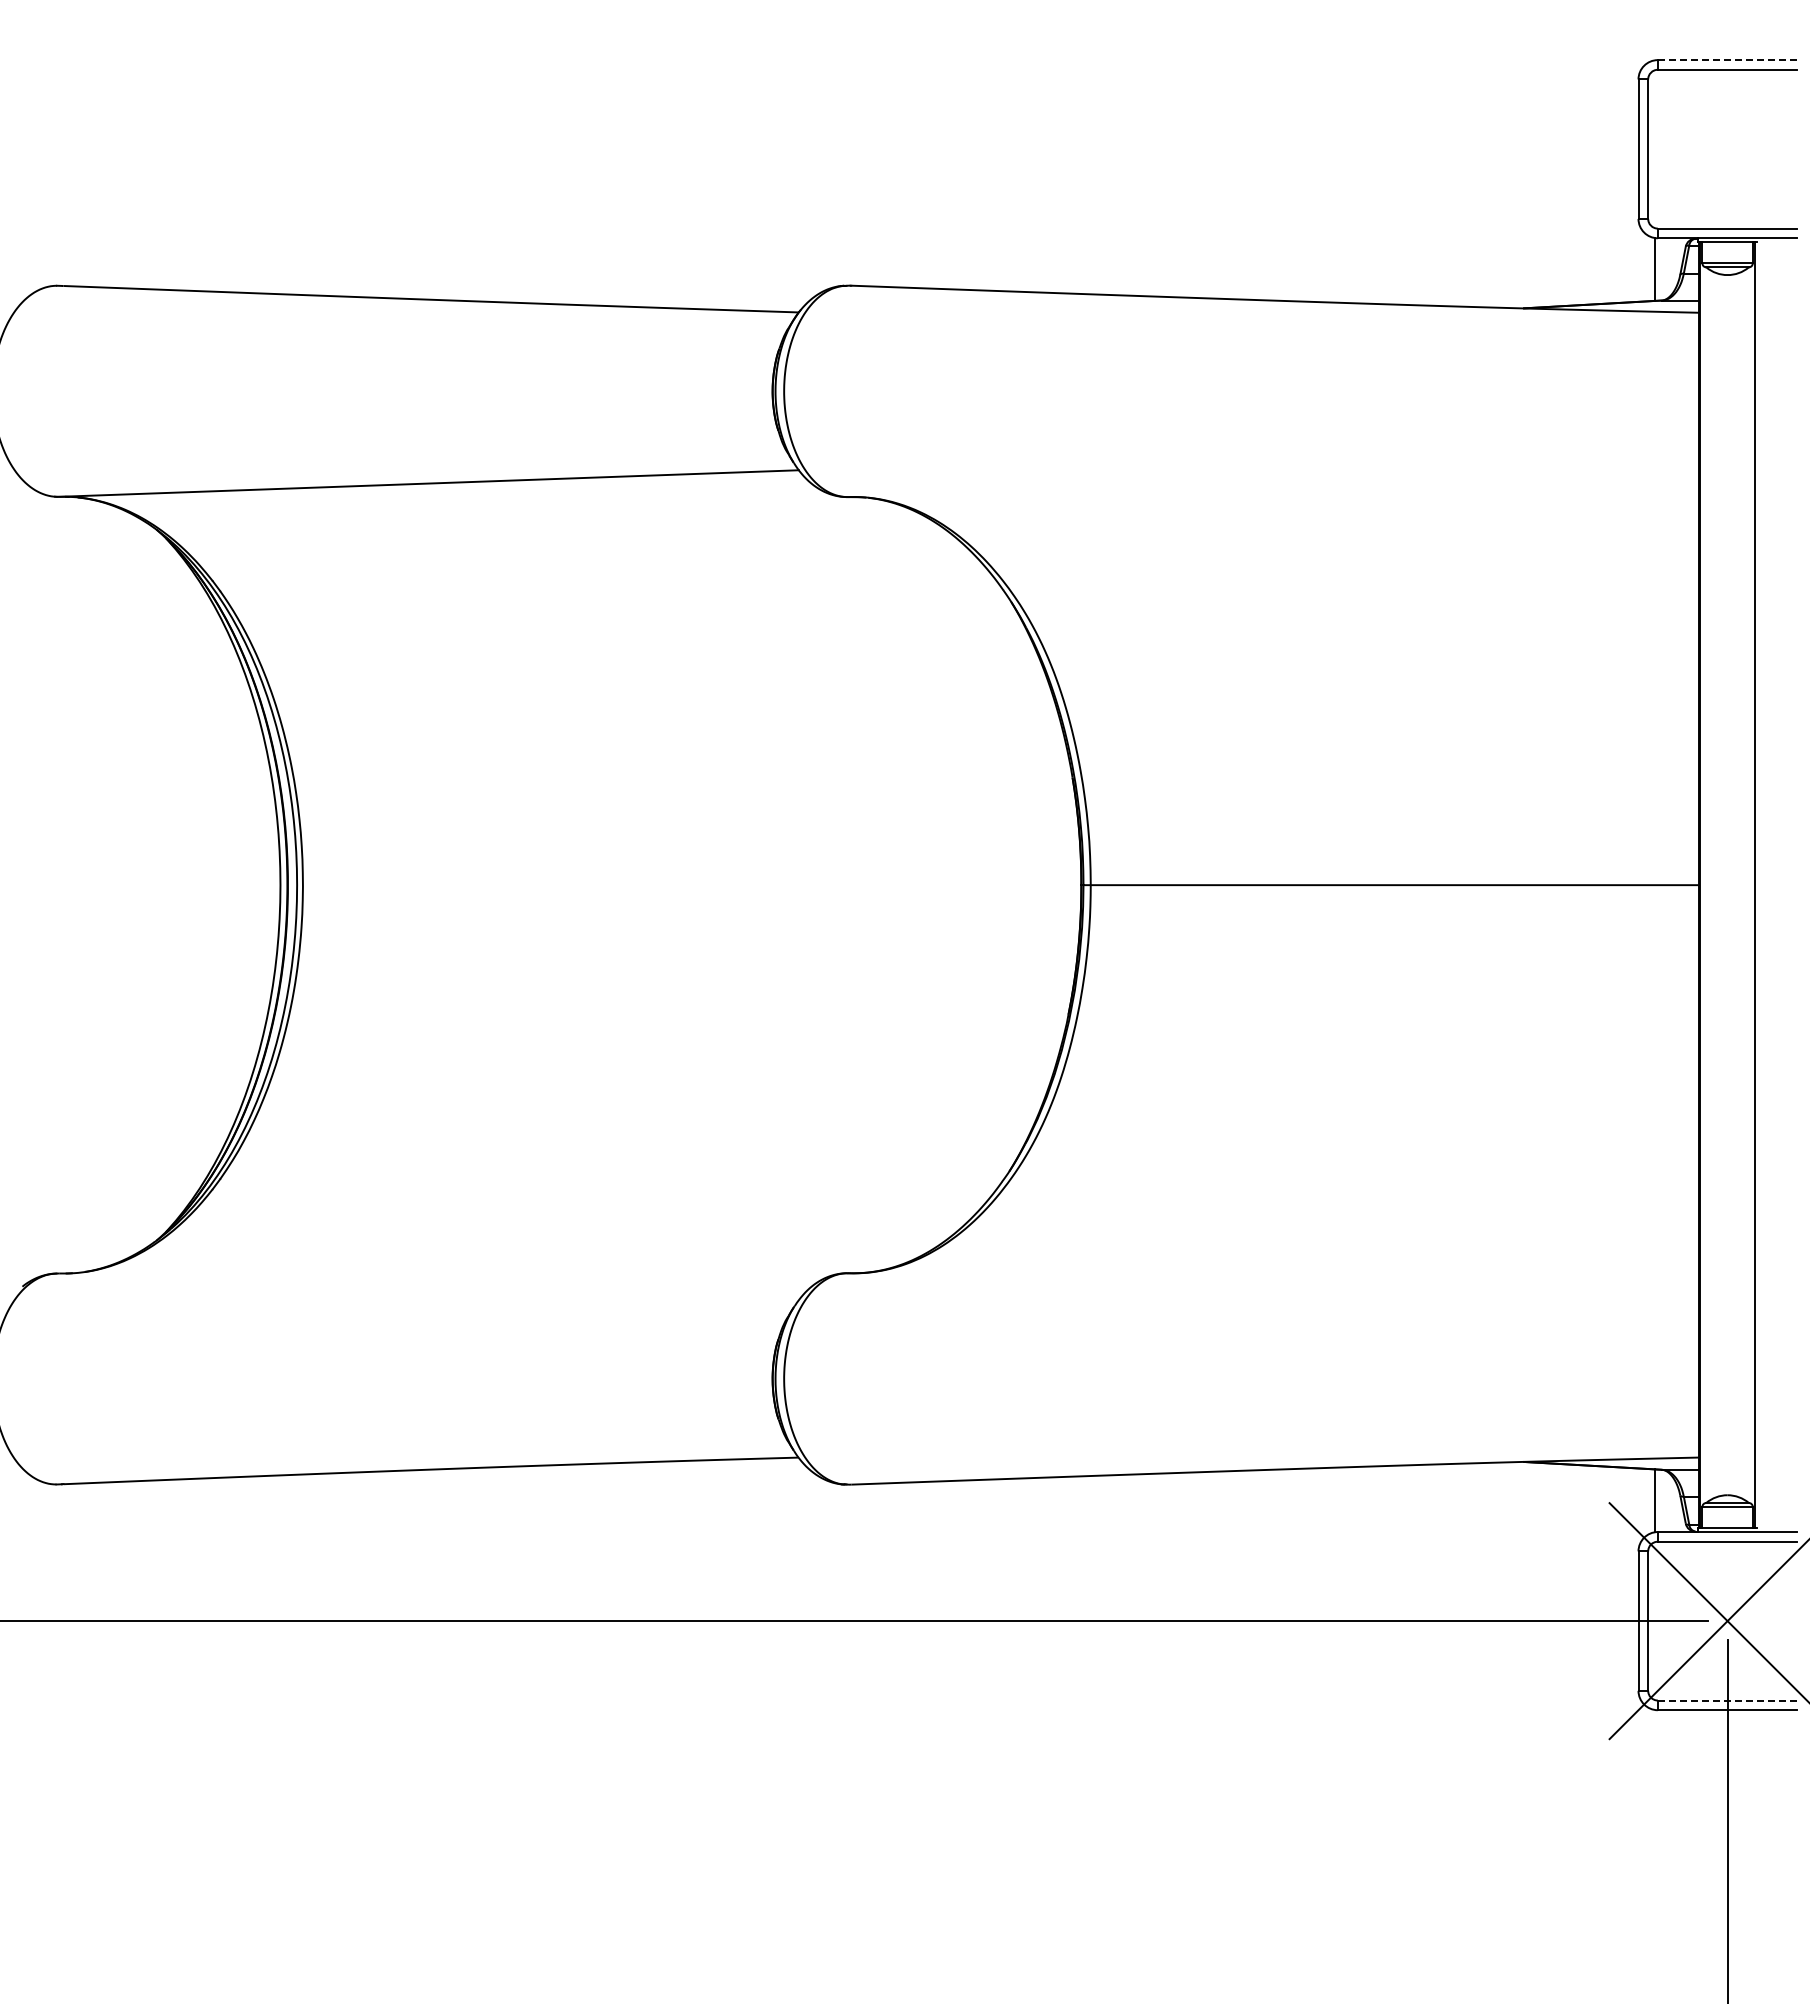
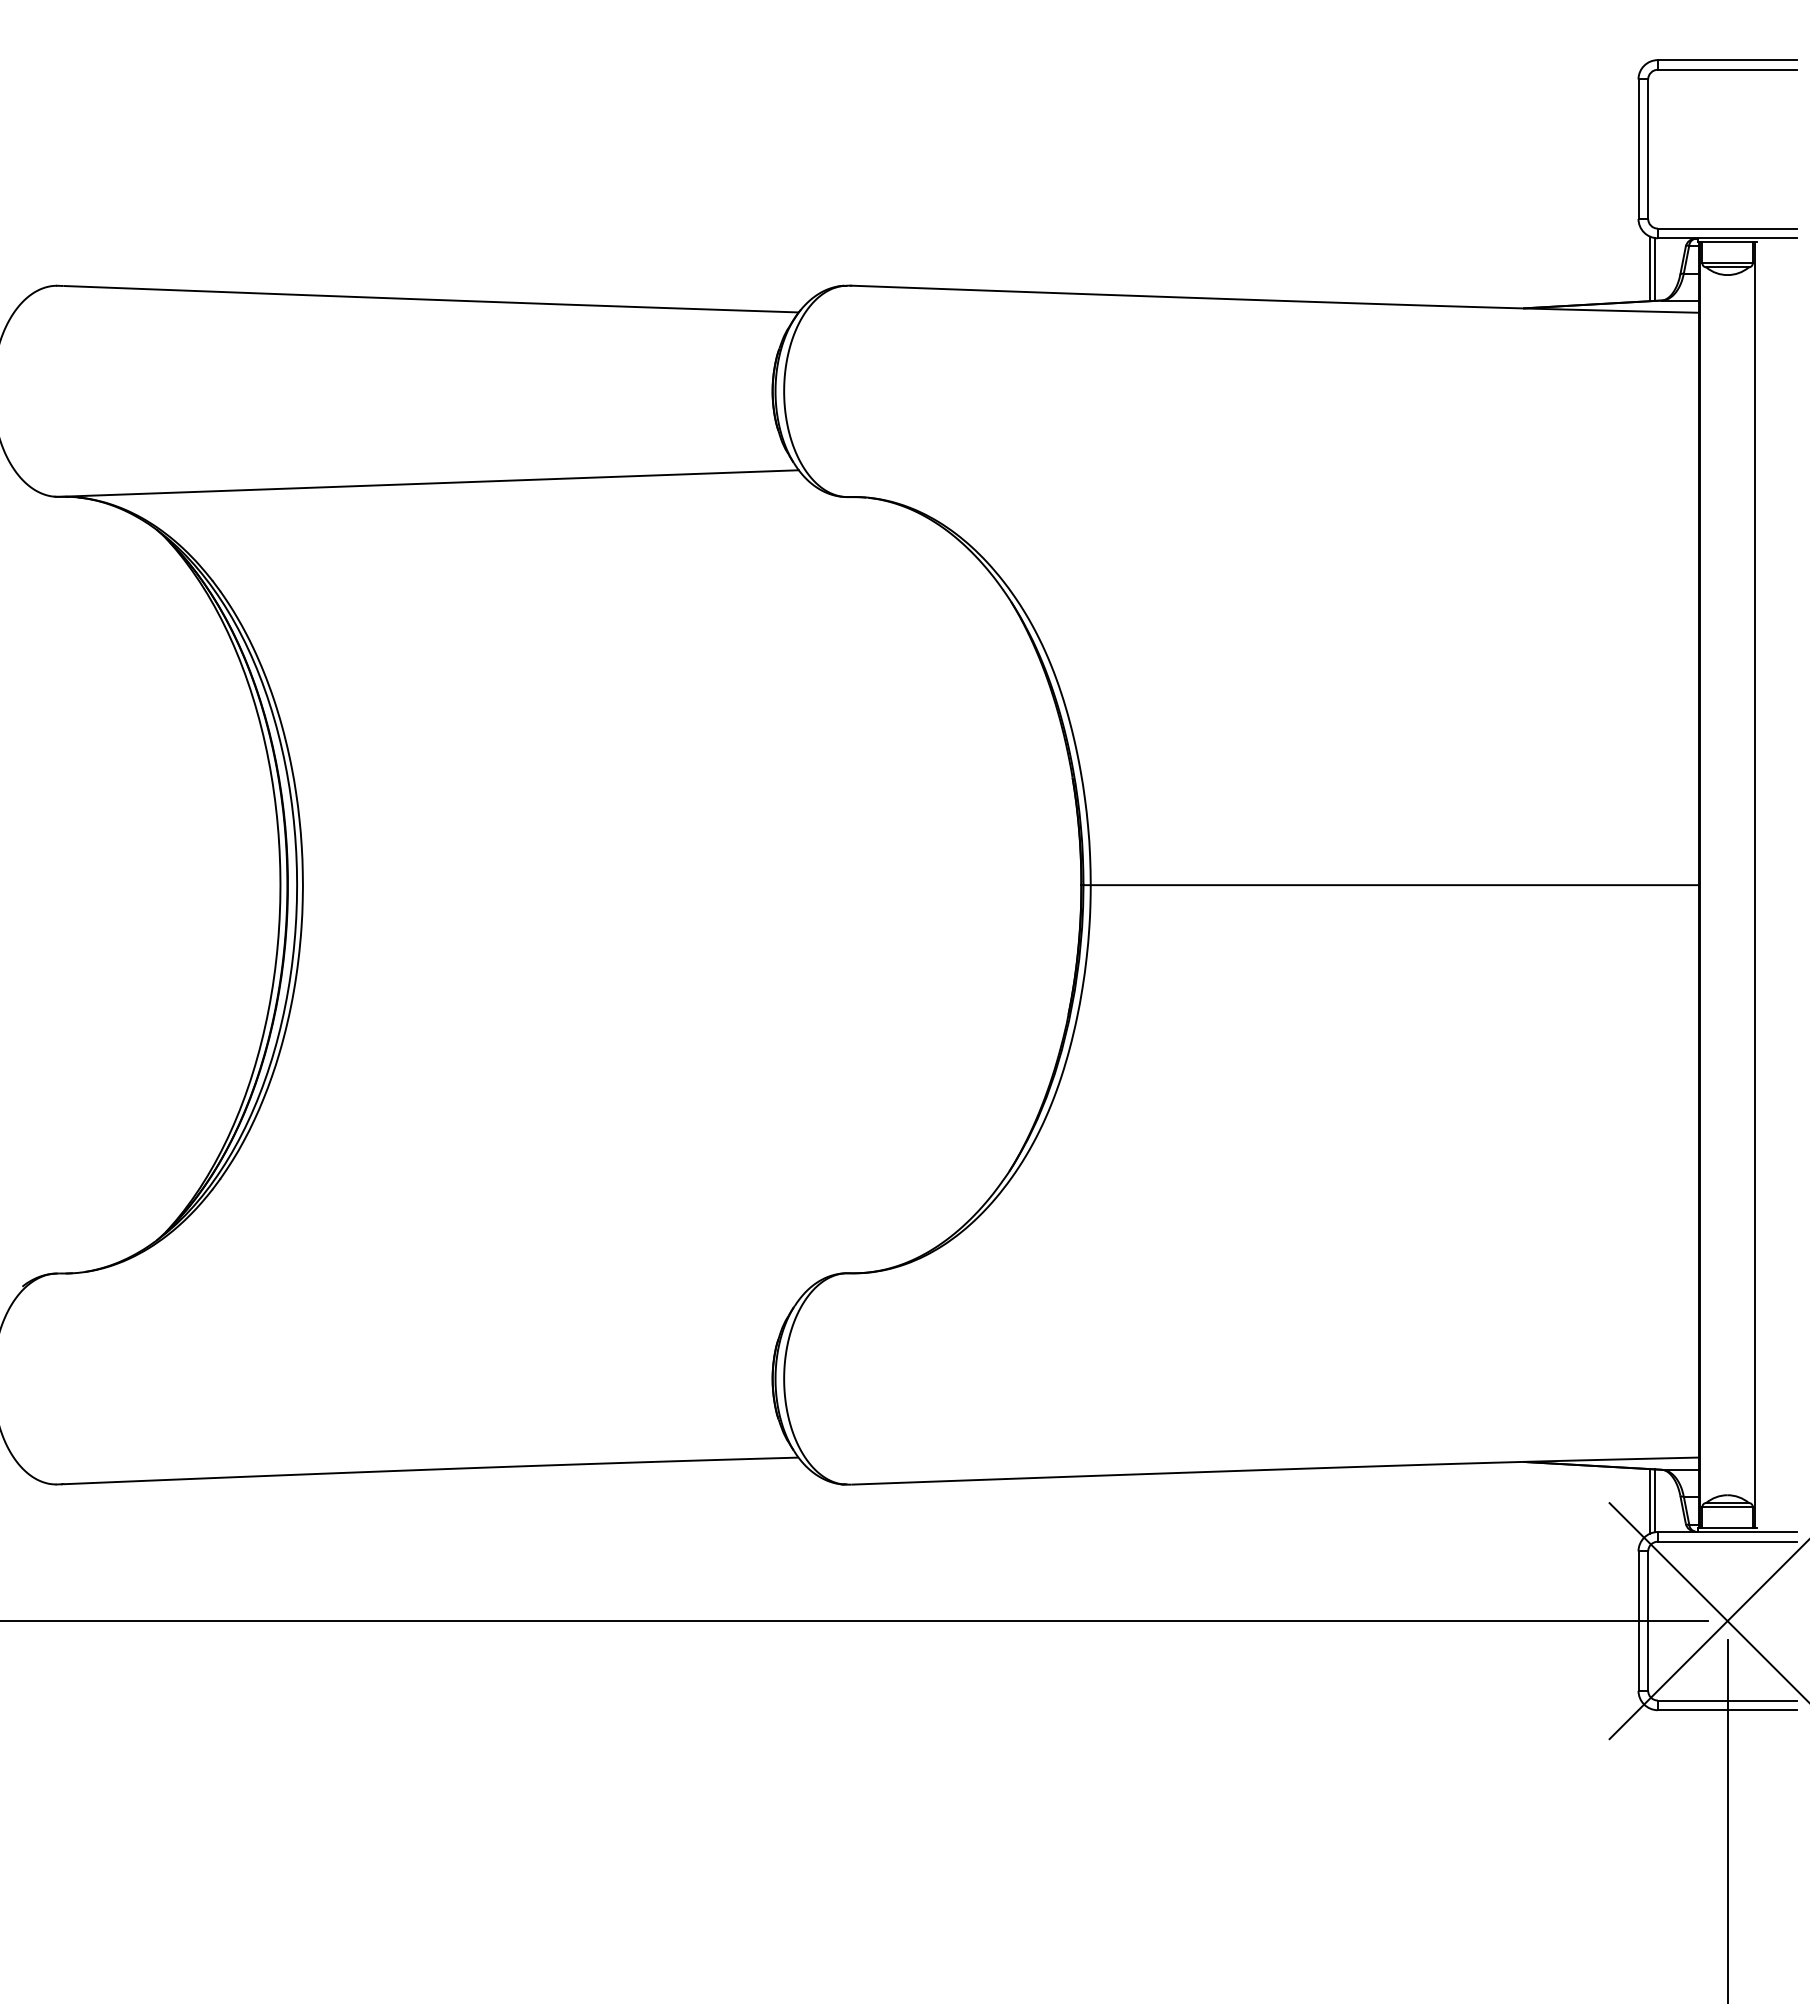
line at (1727, 60): dashed -> solid
line at (1650, 268): none -> present
line at (1650, 1501): none -> present
line at (1727, 1700): dashed -> solid
